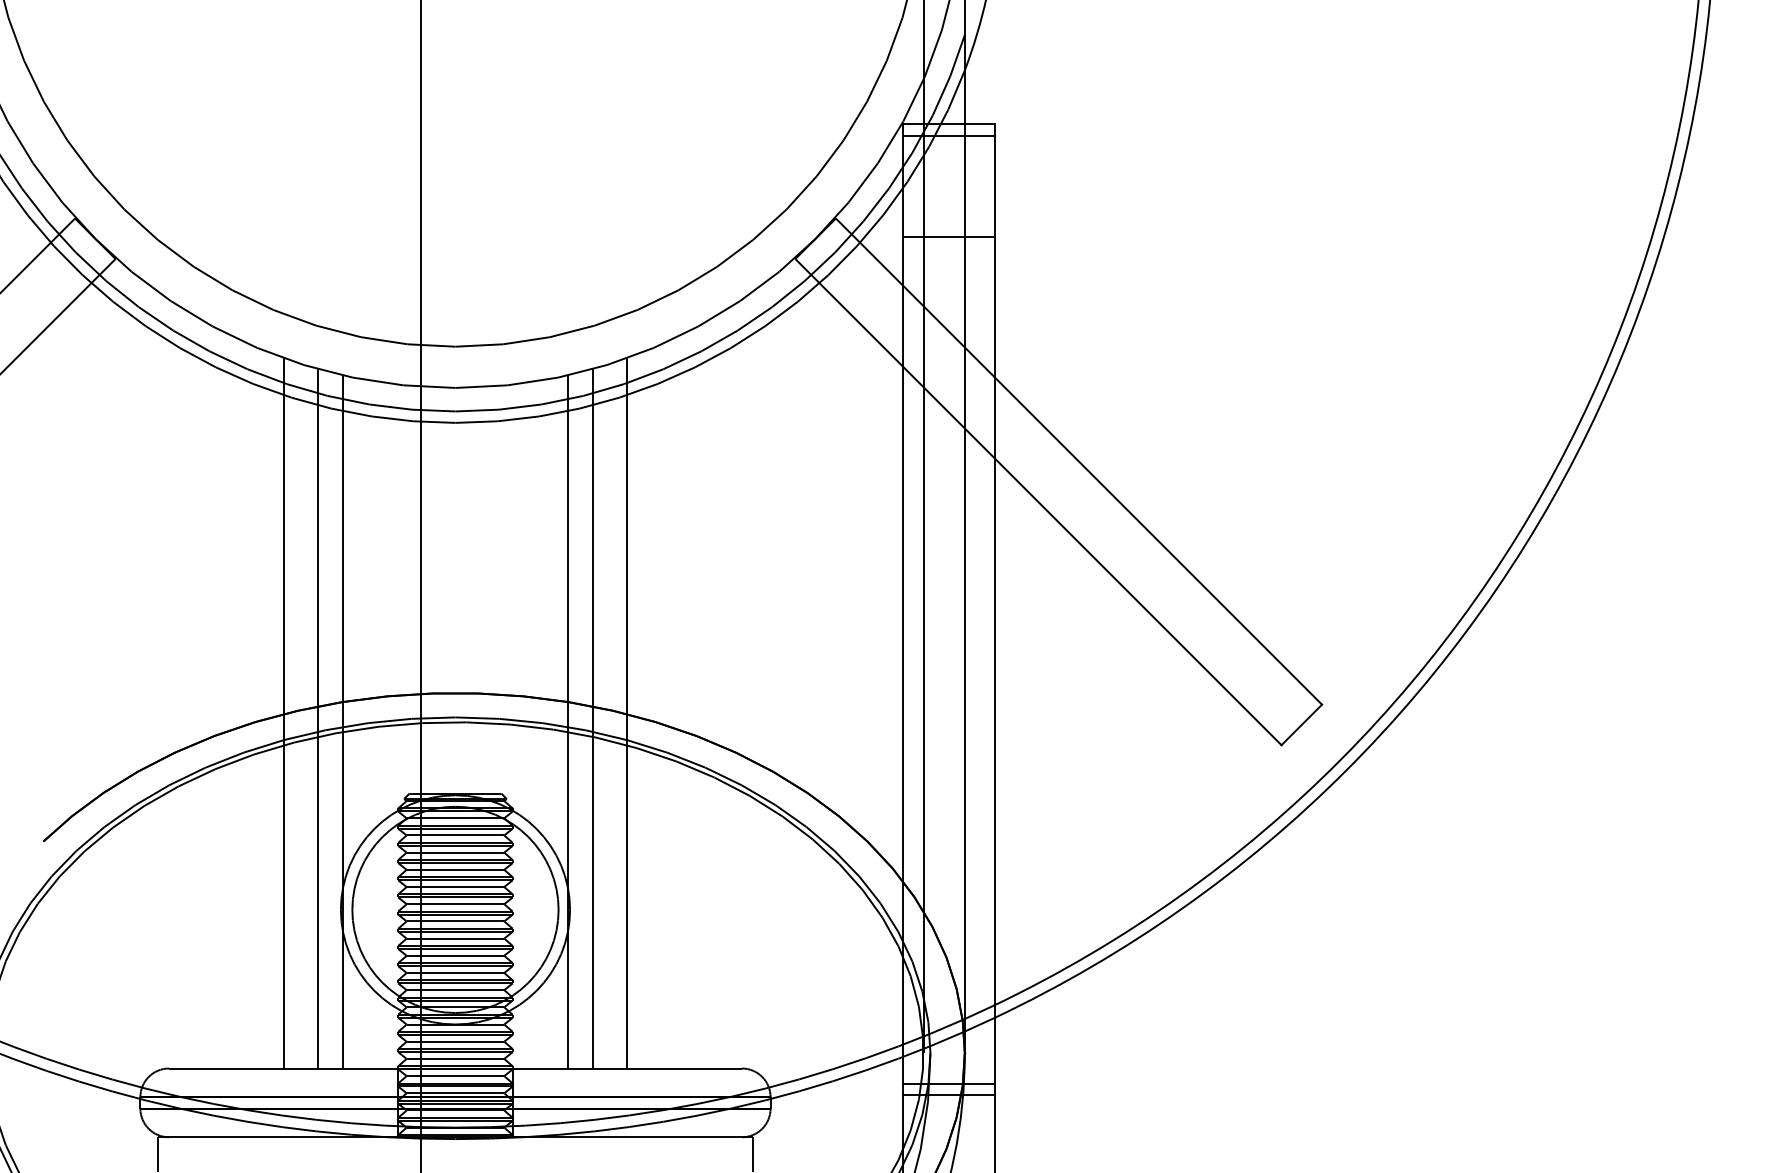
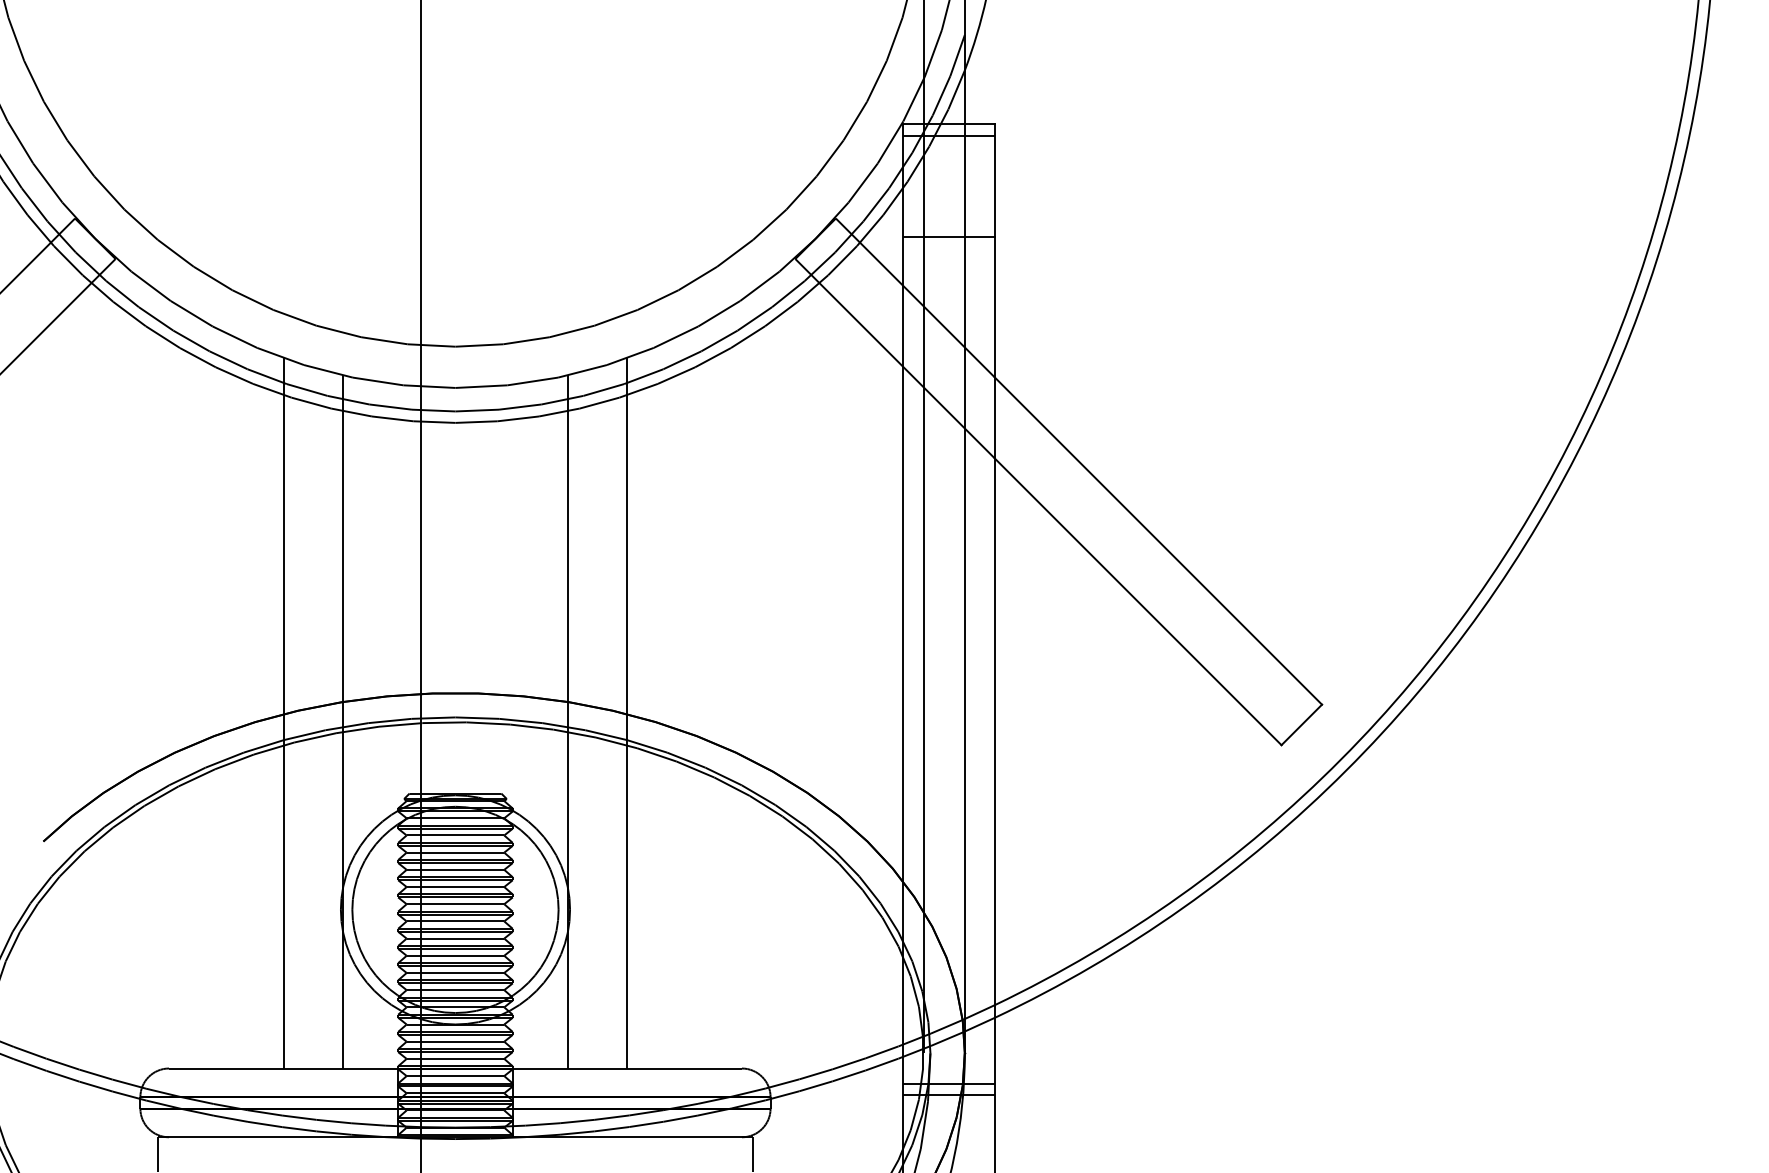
line at (317, 718): present -> none
line at (592, 718): present -> none
